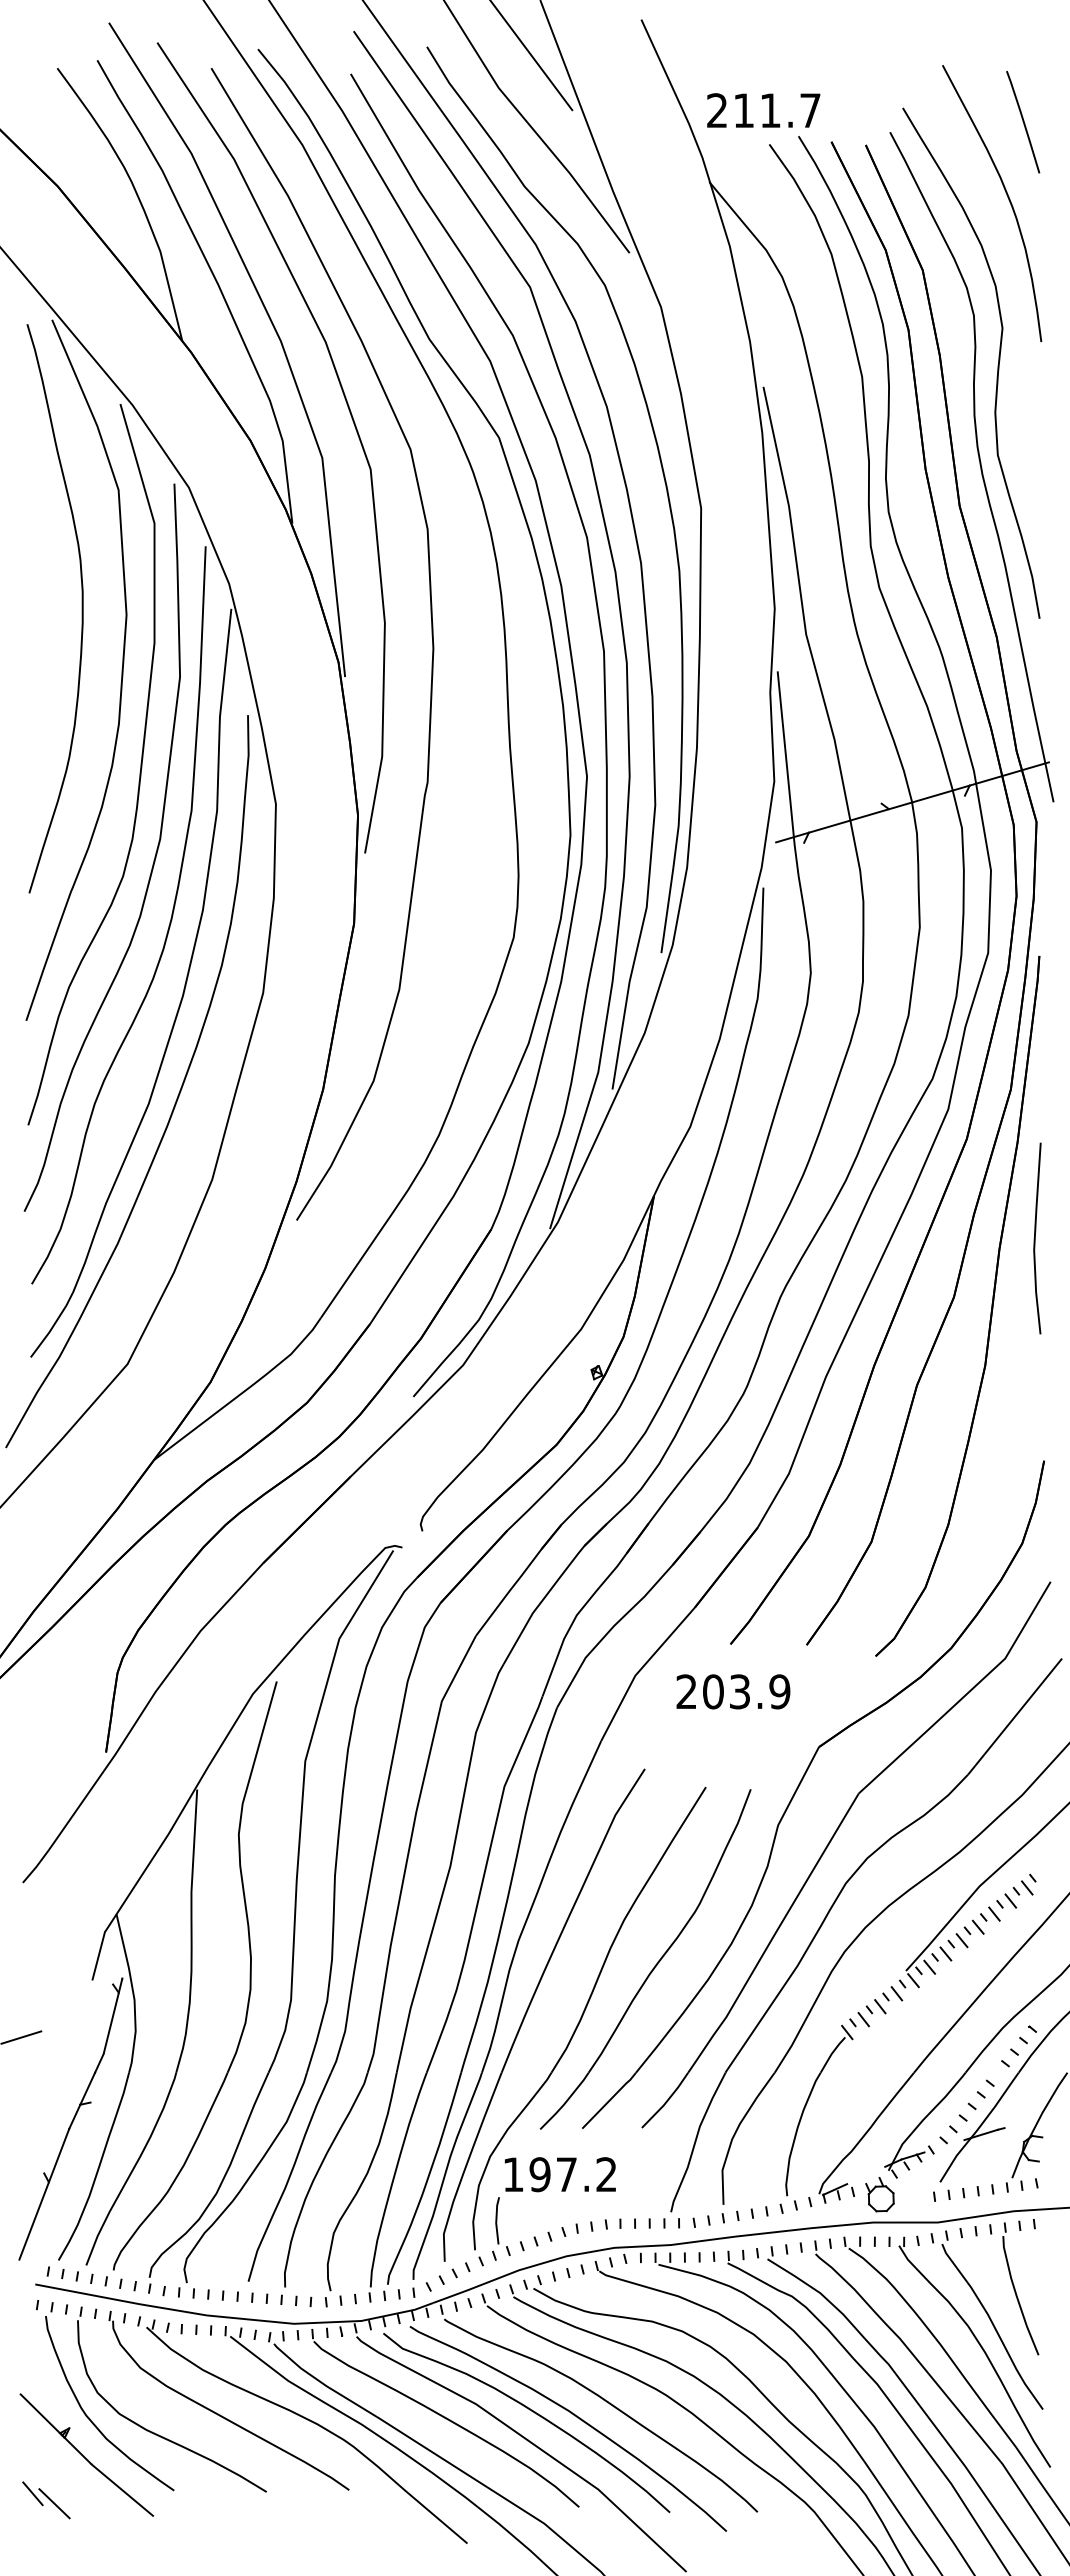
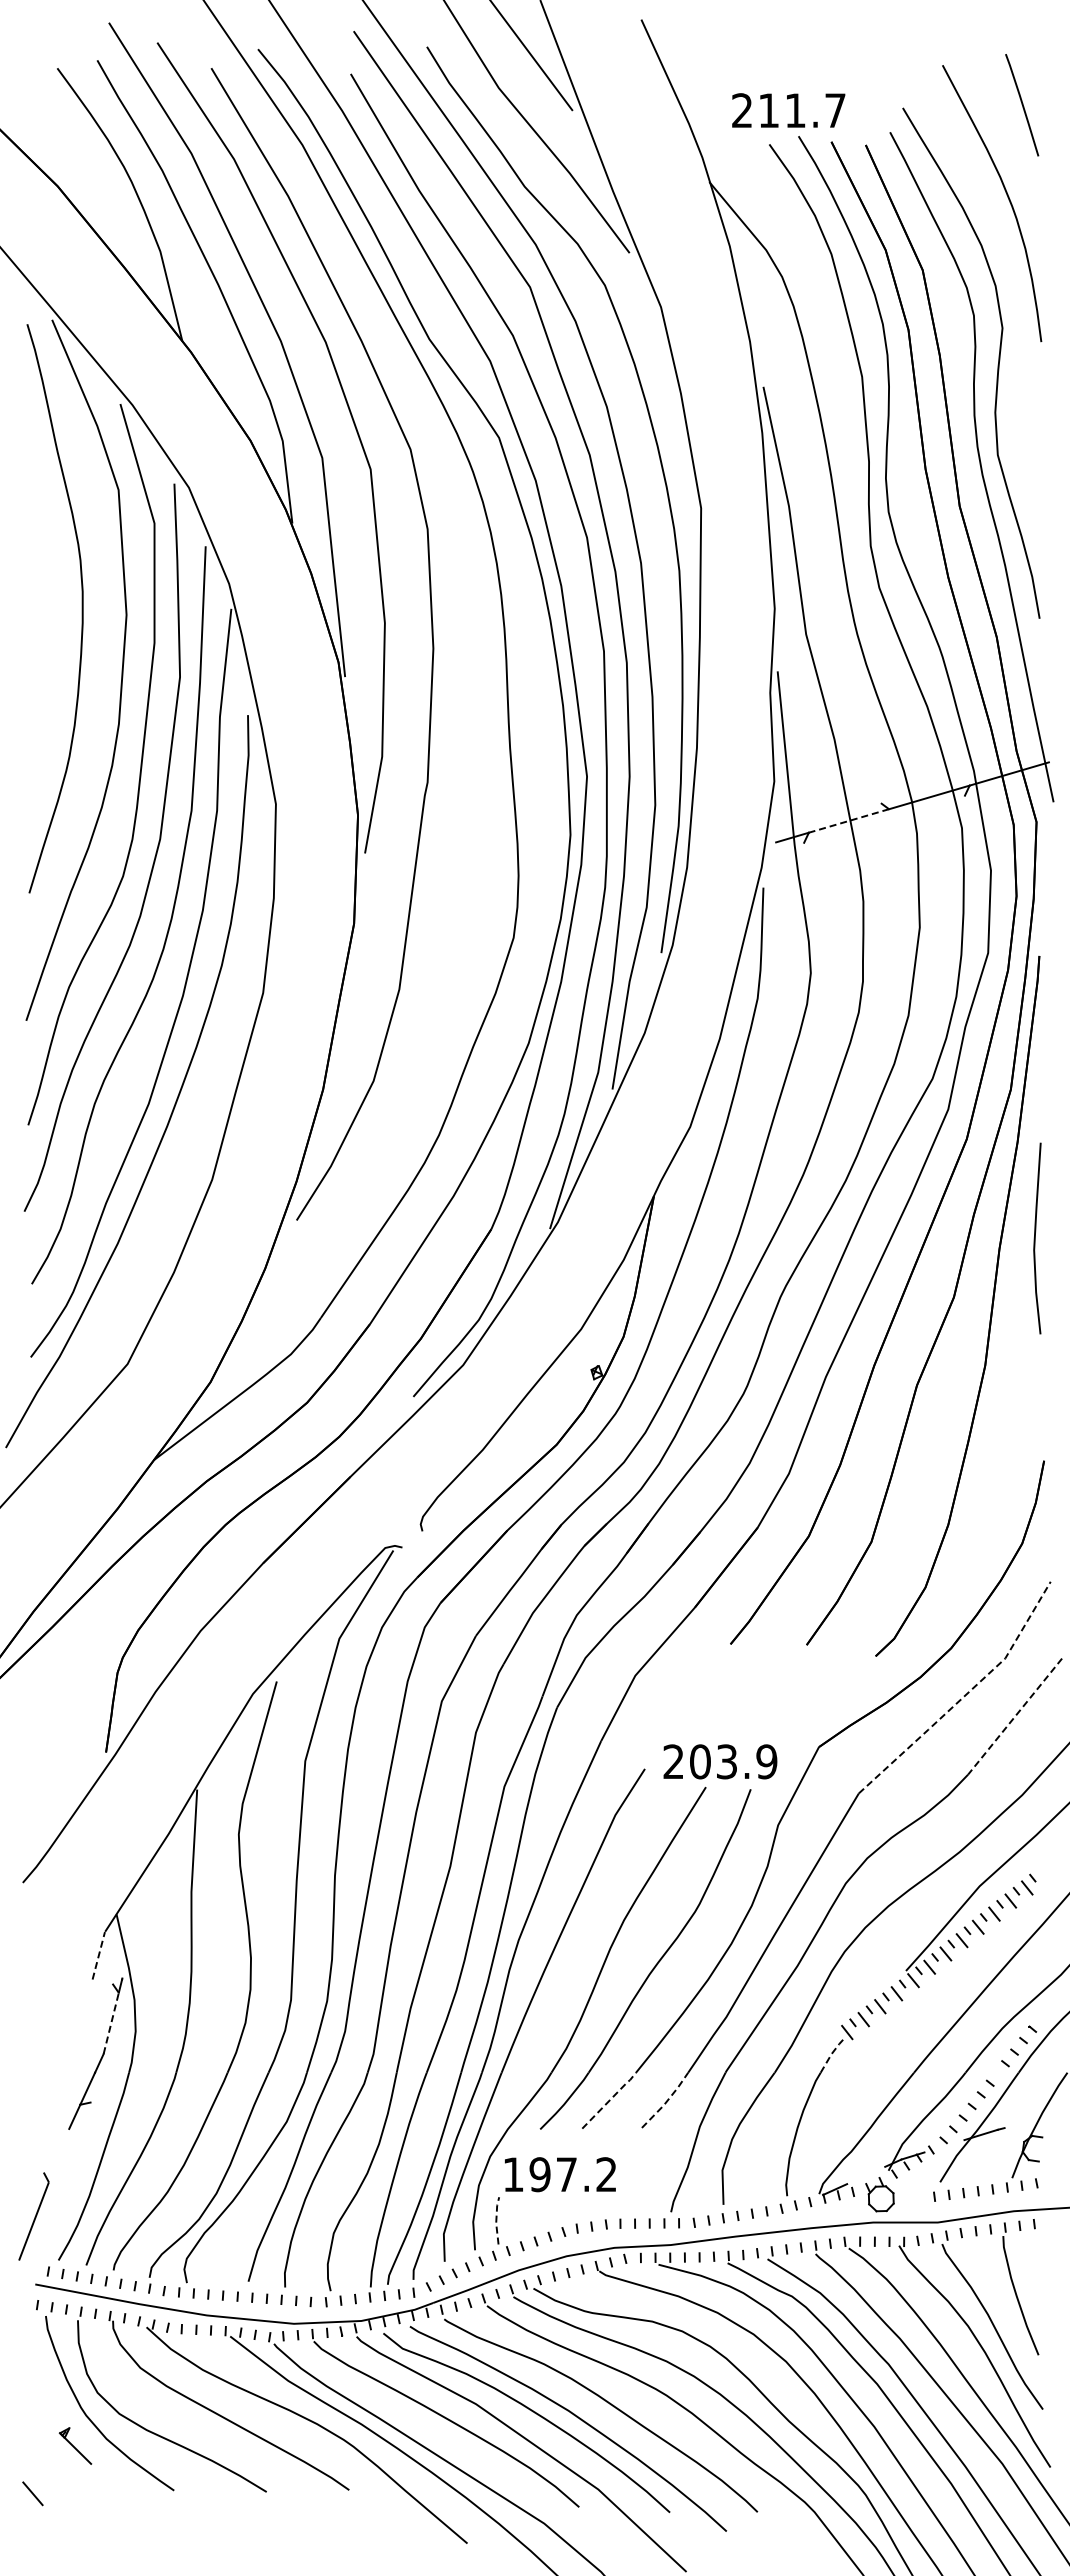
text at (763, 110) position: (763, 110) -> (788, 110)
line at (1023, 122) position: (1023, 122) -> (1022, 105)
line at (849, 820): solid -> dashed
text at (733, 1691) position: (733, 1691) -> (720, 1761)
line at (964, 1695): solid -> dashed
line at (1015, 1716): solid -> dashed
line at (98, 1955): solid -> dashed
line at (111, 2022): solid -> dashed
line at (21, 2037): present -> none
line at (832, 2053): solid -> dashed
line at (610, 2099): solid -> dashed
line at (666, 2101): solid -> dashed
line at (58, 2155): present -> none
line at (496, 2220): solid -> dashed
line at (39, 2413): present -> none
line at (122, 2489): present -> none
line at (54, 2503): present -> none
